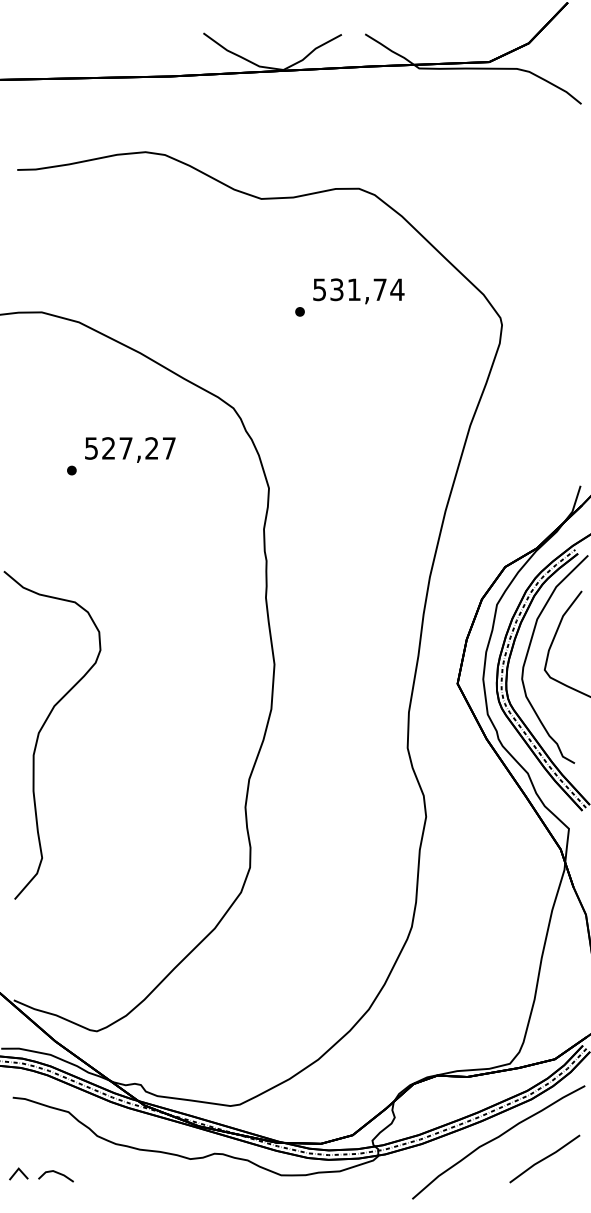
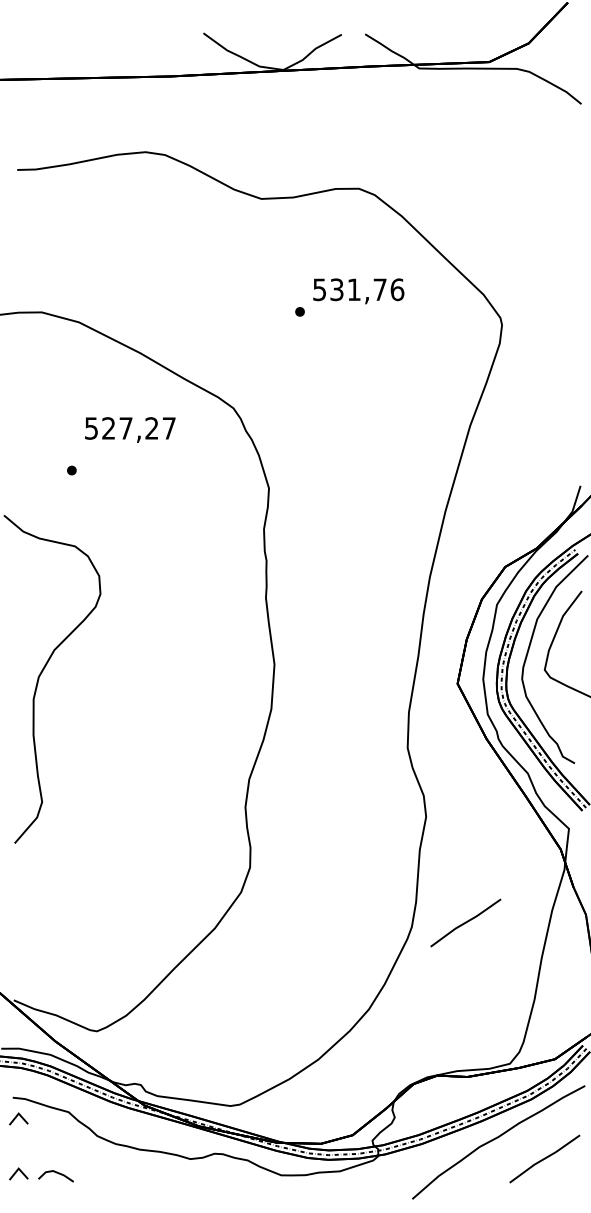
text at (397, 289): 531,74 -> 531,76
text at (130, 449) position: (130, 449) -> (130, 429)
curve at (43, 727) position: (43, 727) -> (43, 671)
line at (465, 922): none -> present
line at (16, 1118): none -> present
